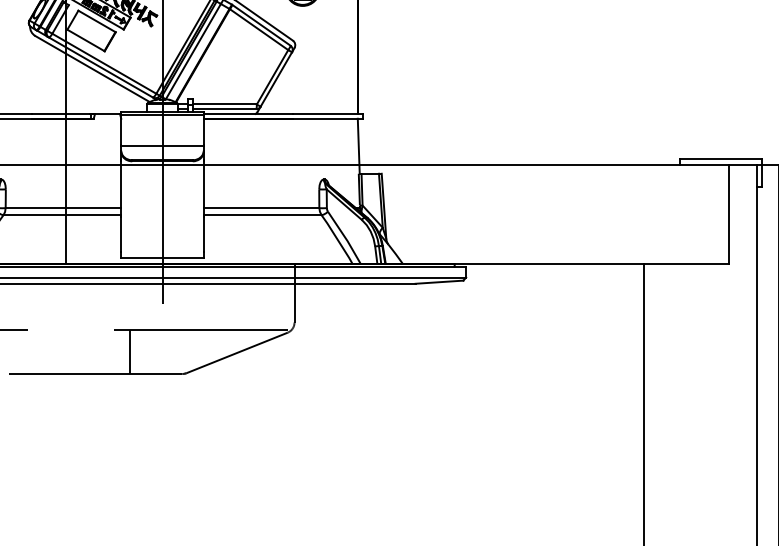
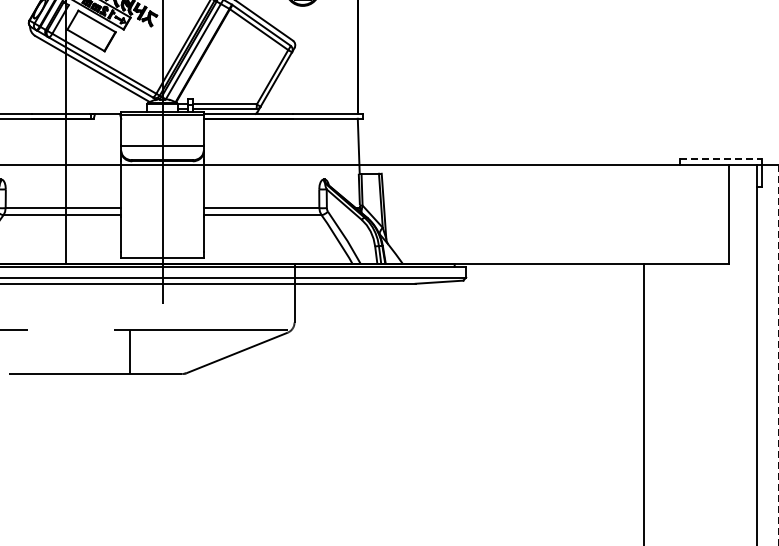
line at (721, 159): solid -> dashed
line at (778, 354): solid -> dashed
